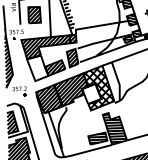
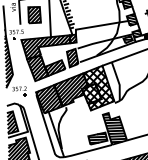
hatch at (37, 67): none -> present
hatch at (91, 94): none -> present
